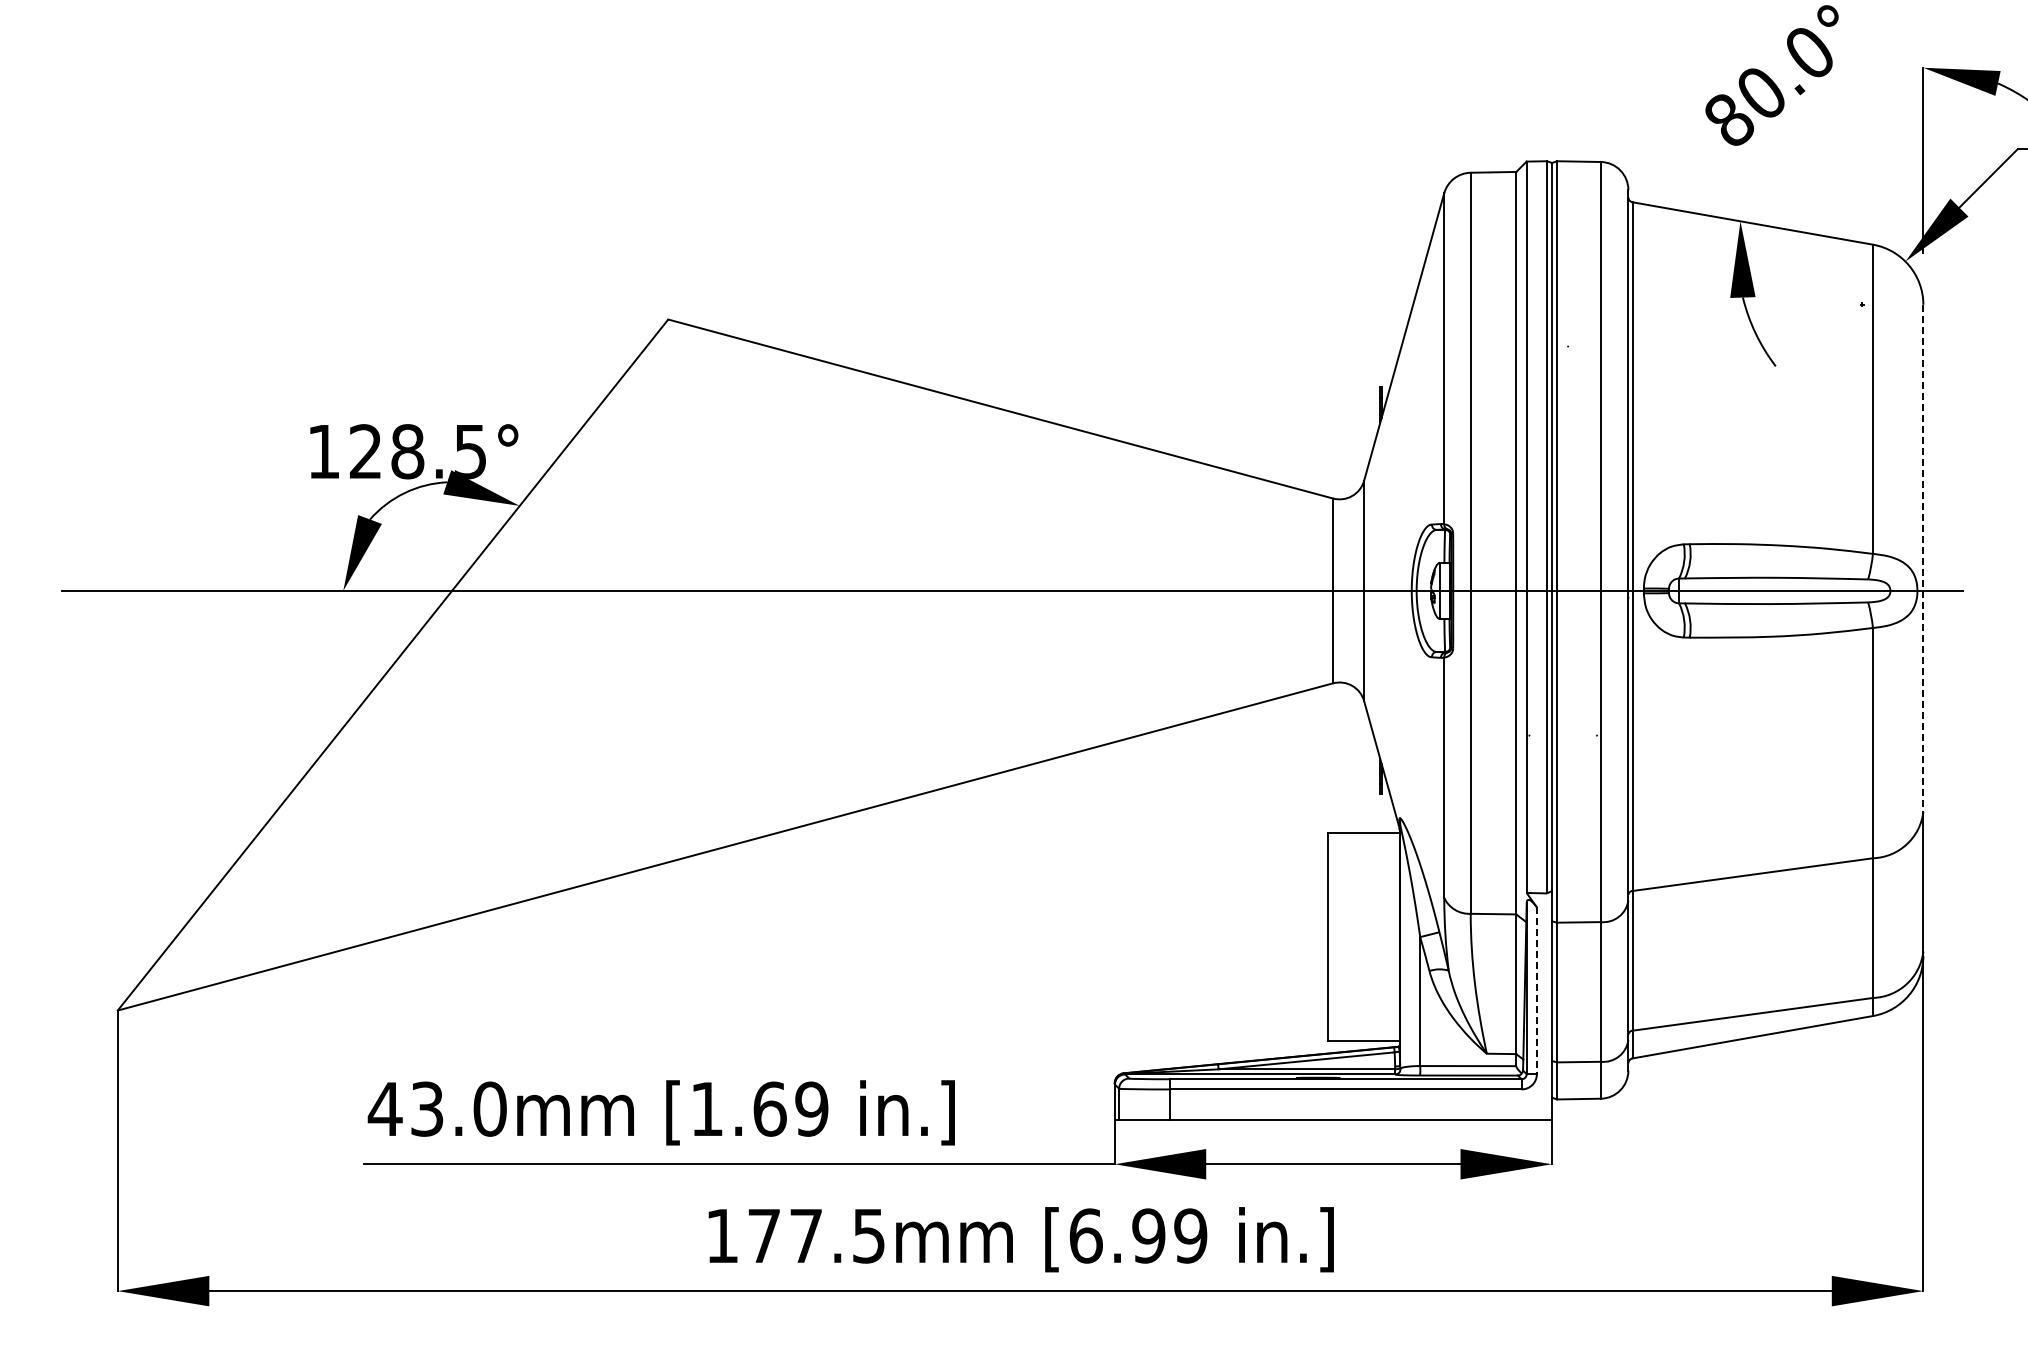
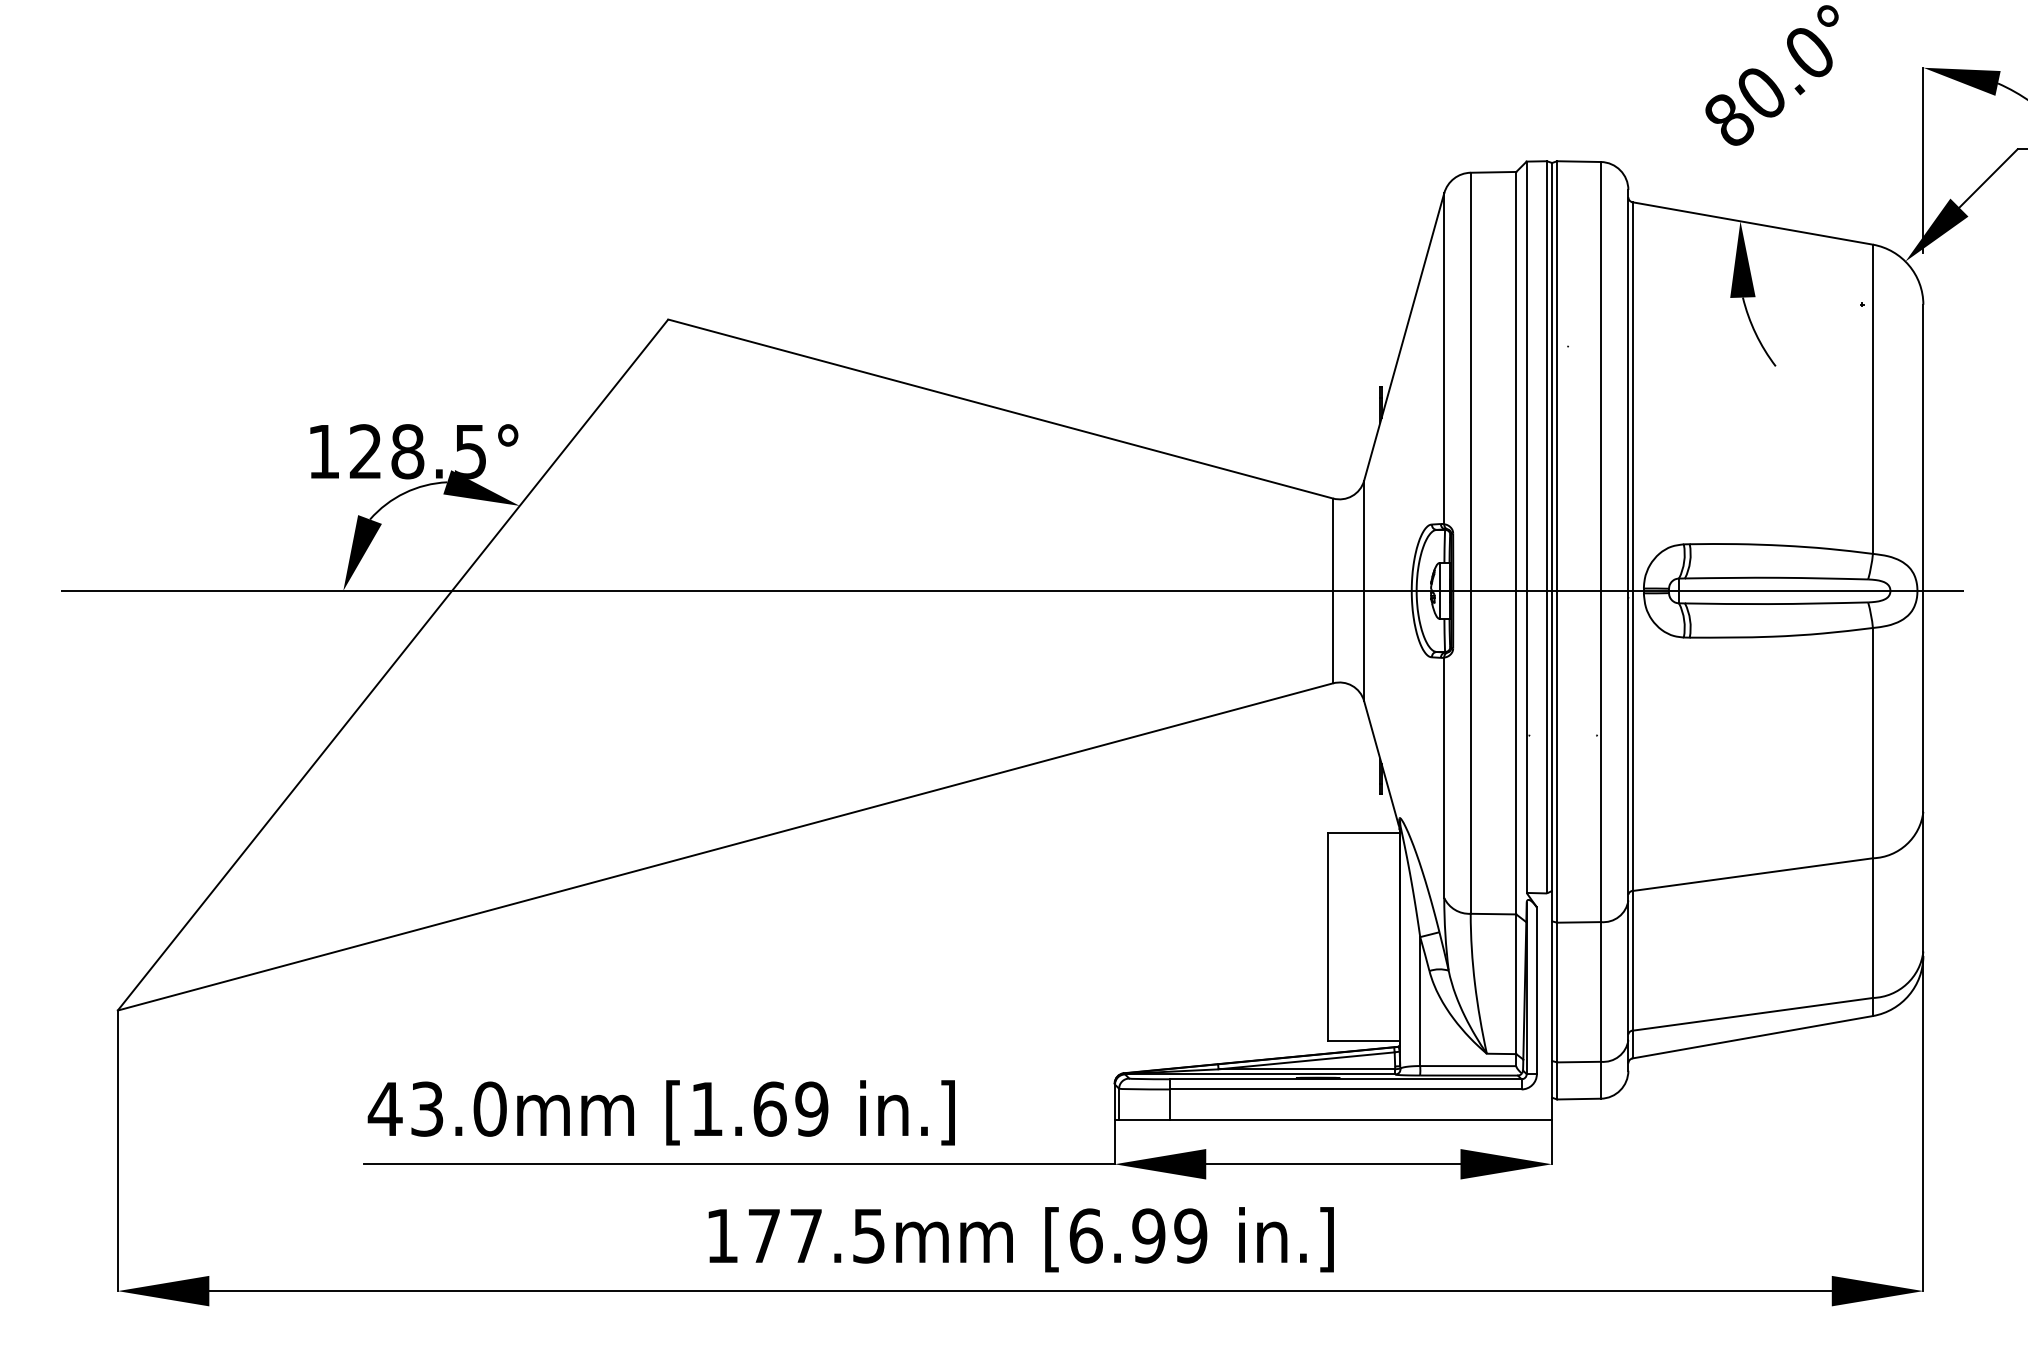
line at (1923, 558): dashed -> solid
line at (1536, 991): dashed -> solid
